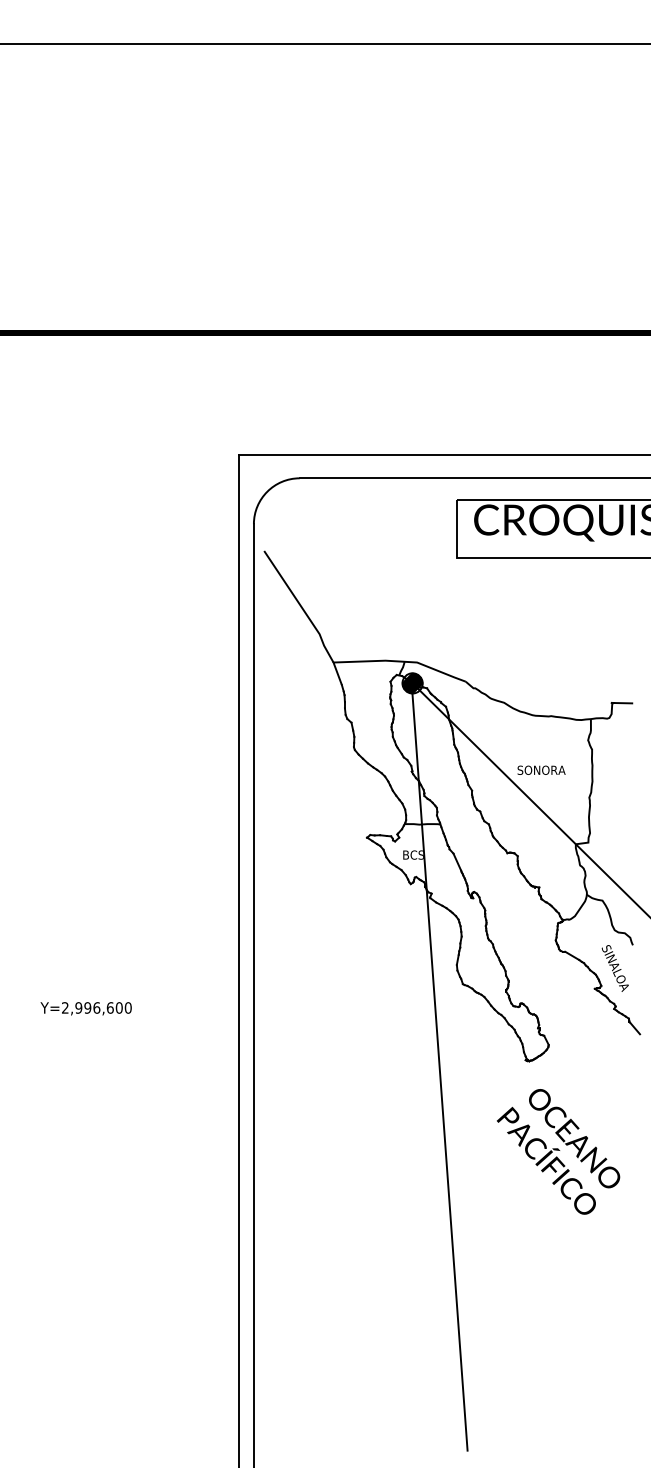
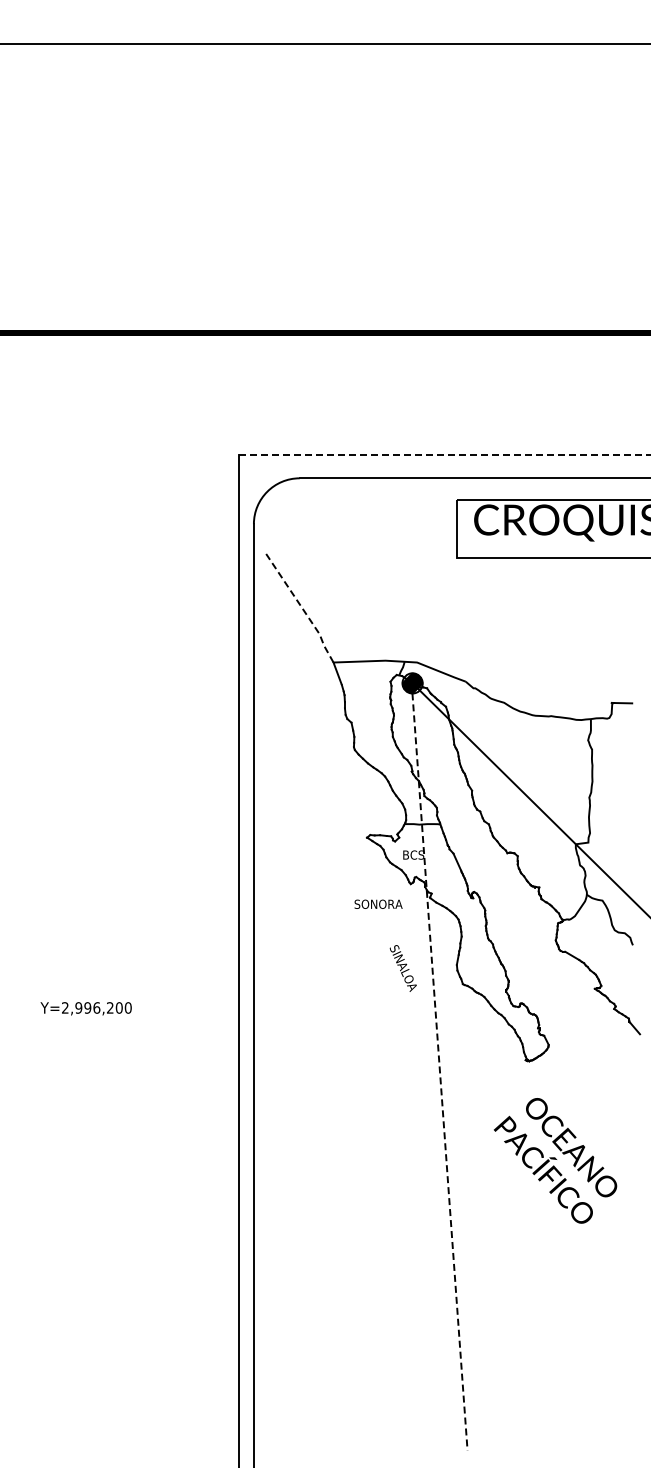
line at (445, 455): solid -> dashed
line at (301, 607): solid -> dashed
text at (541, 769) position: (541, 769) -> (378, 903)
text at (614, 968) position: (614, 968) -> (402, 968)
text at (109, 1007): Y=2,996,600 -> Y=2,996,200
line at (439, 1067): solid -> dashed
text at (558, 1151) position: (558, 1151) -> (555, 1160)
